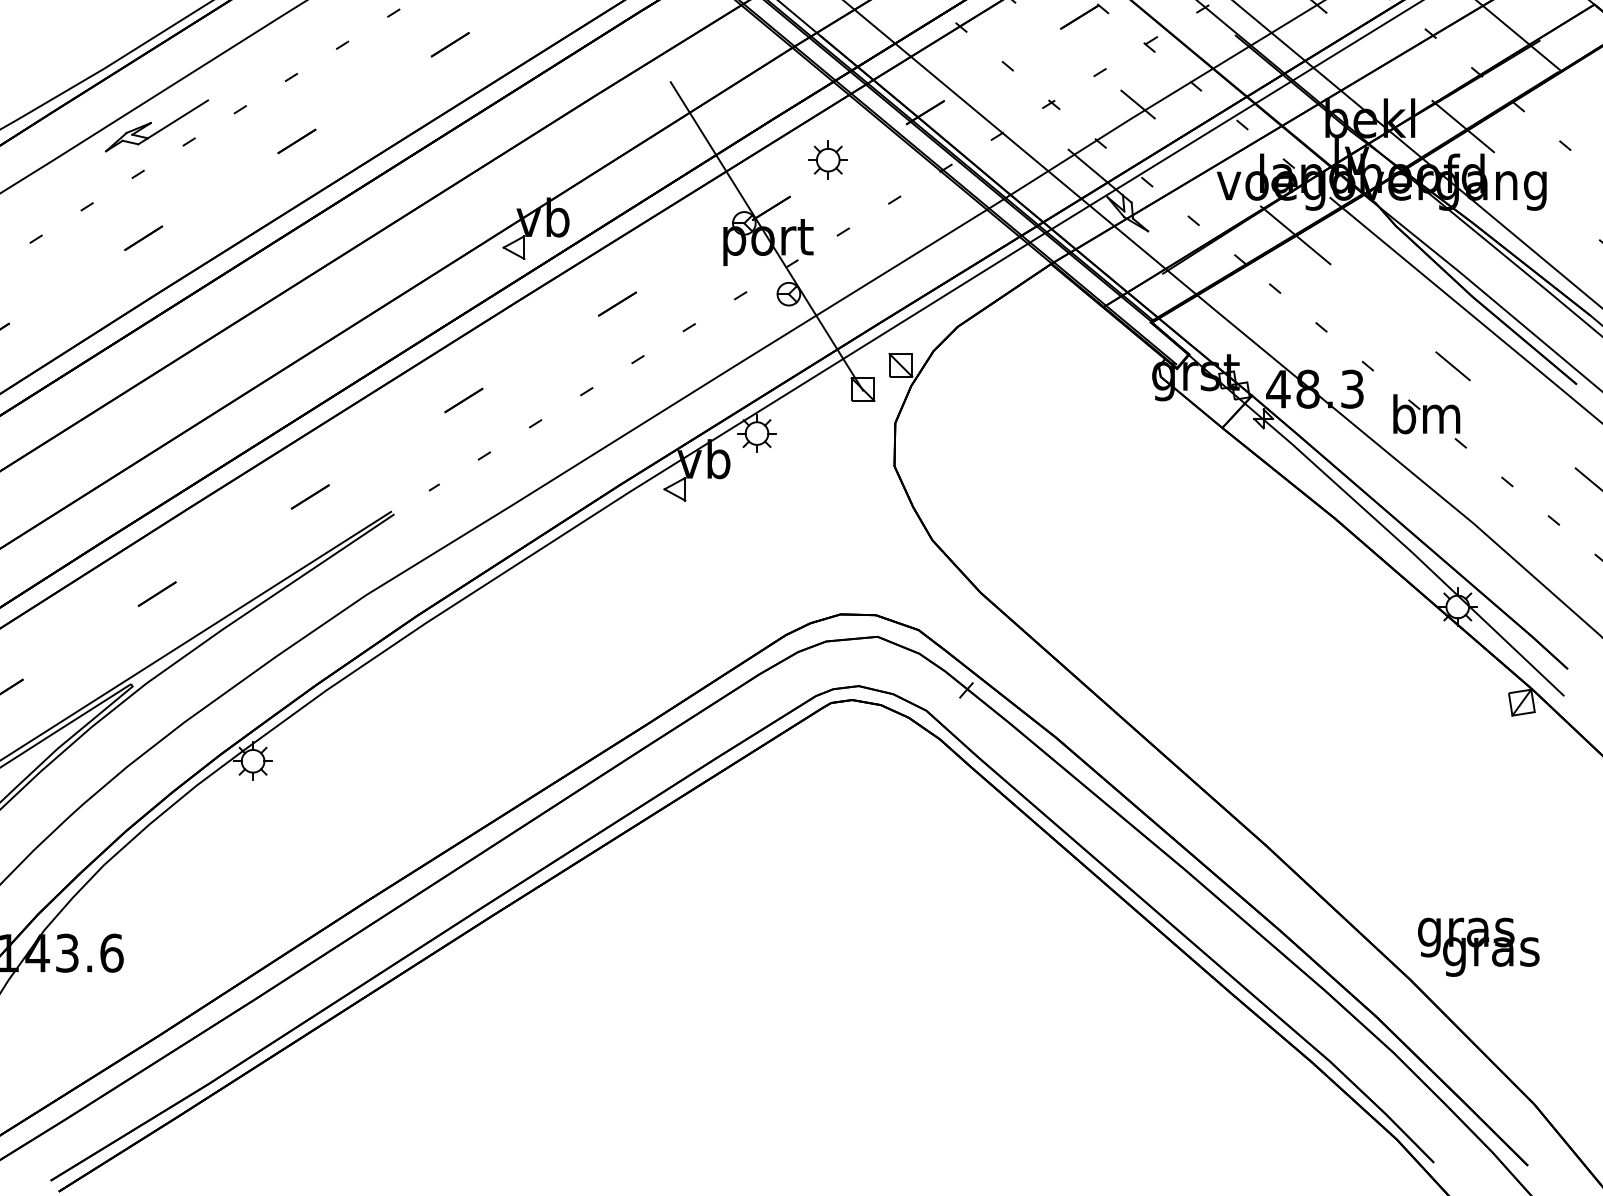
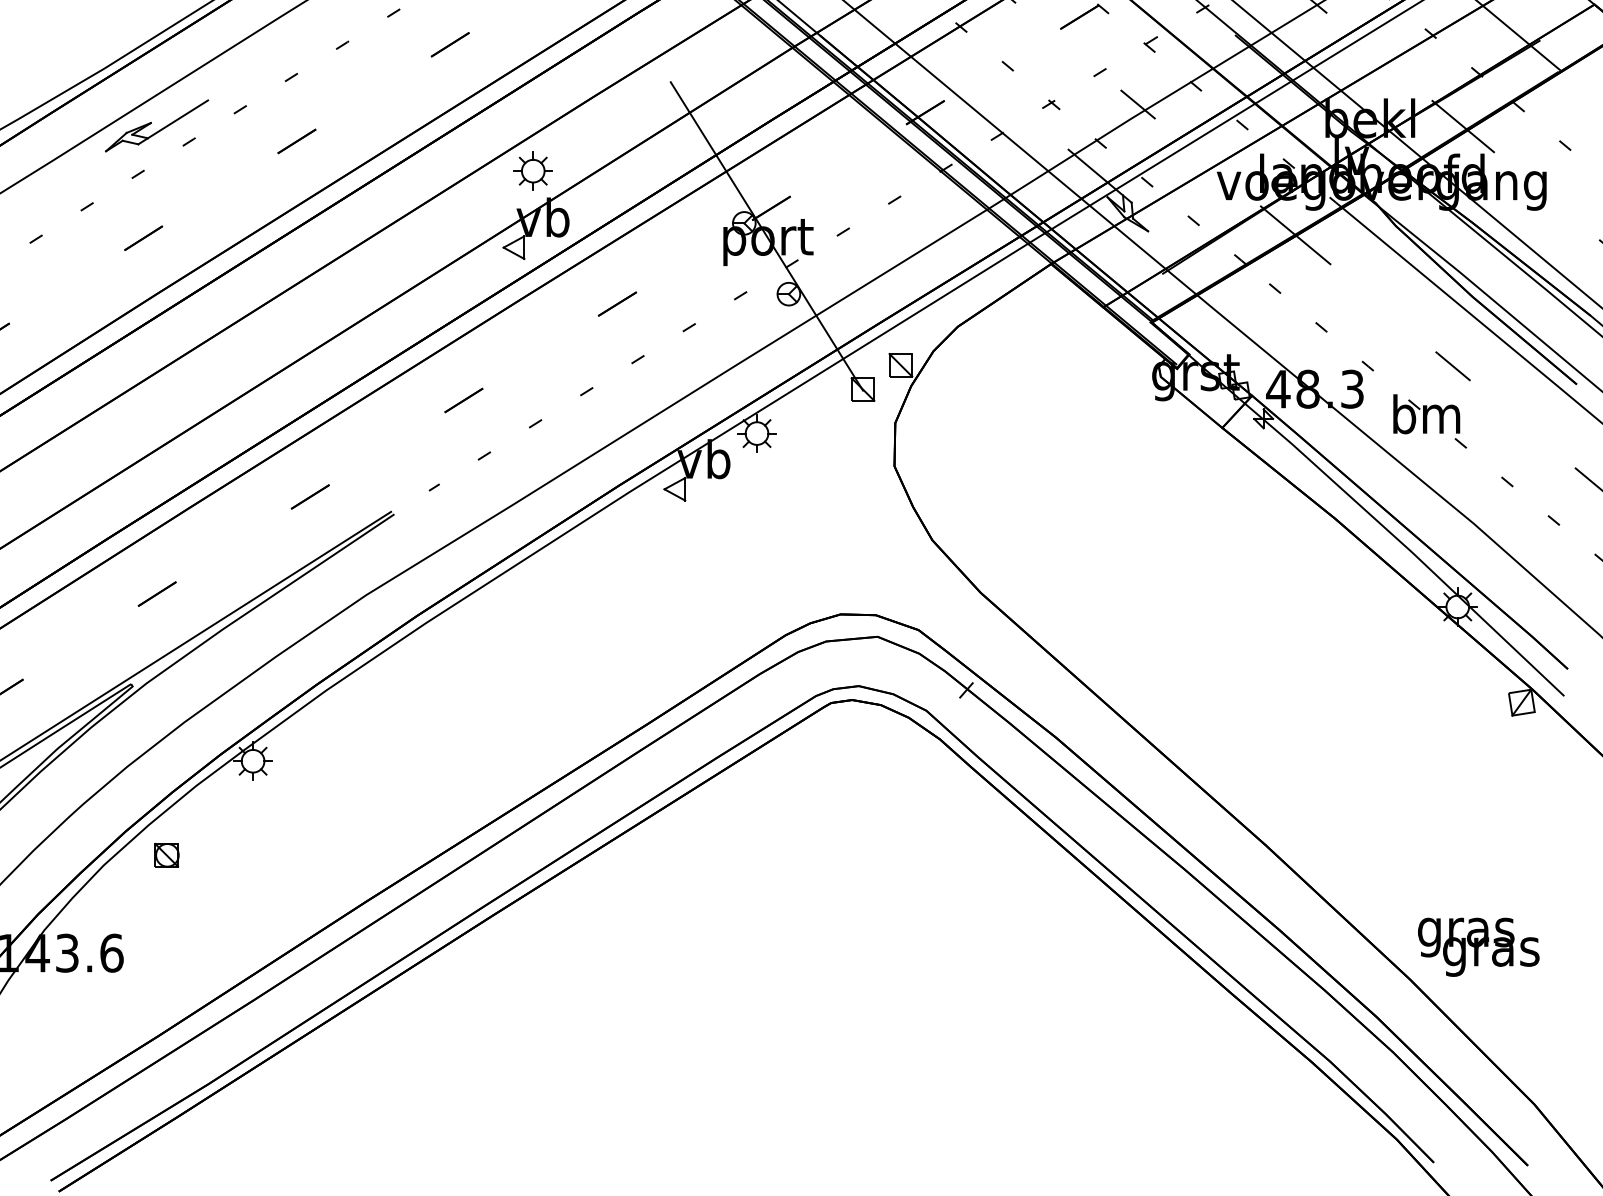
part at (827, 159) position: (827, 159) -> (532, 170)
part at (166, 854): none -> present
